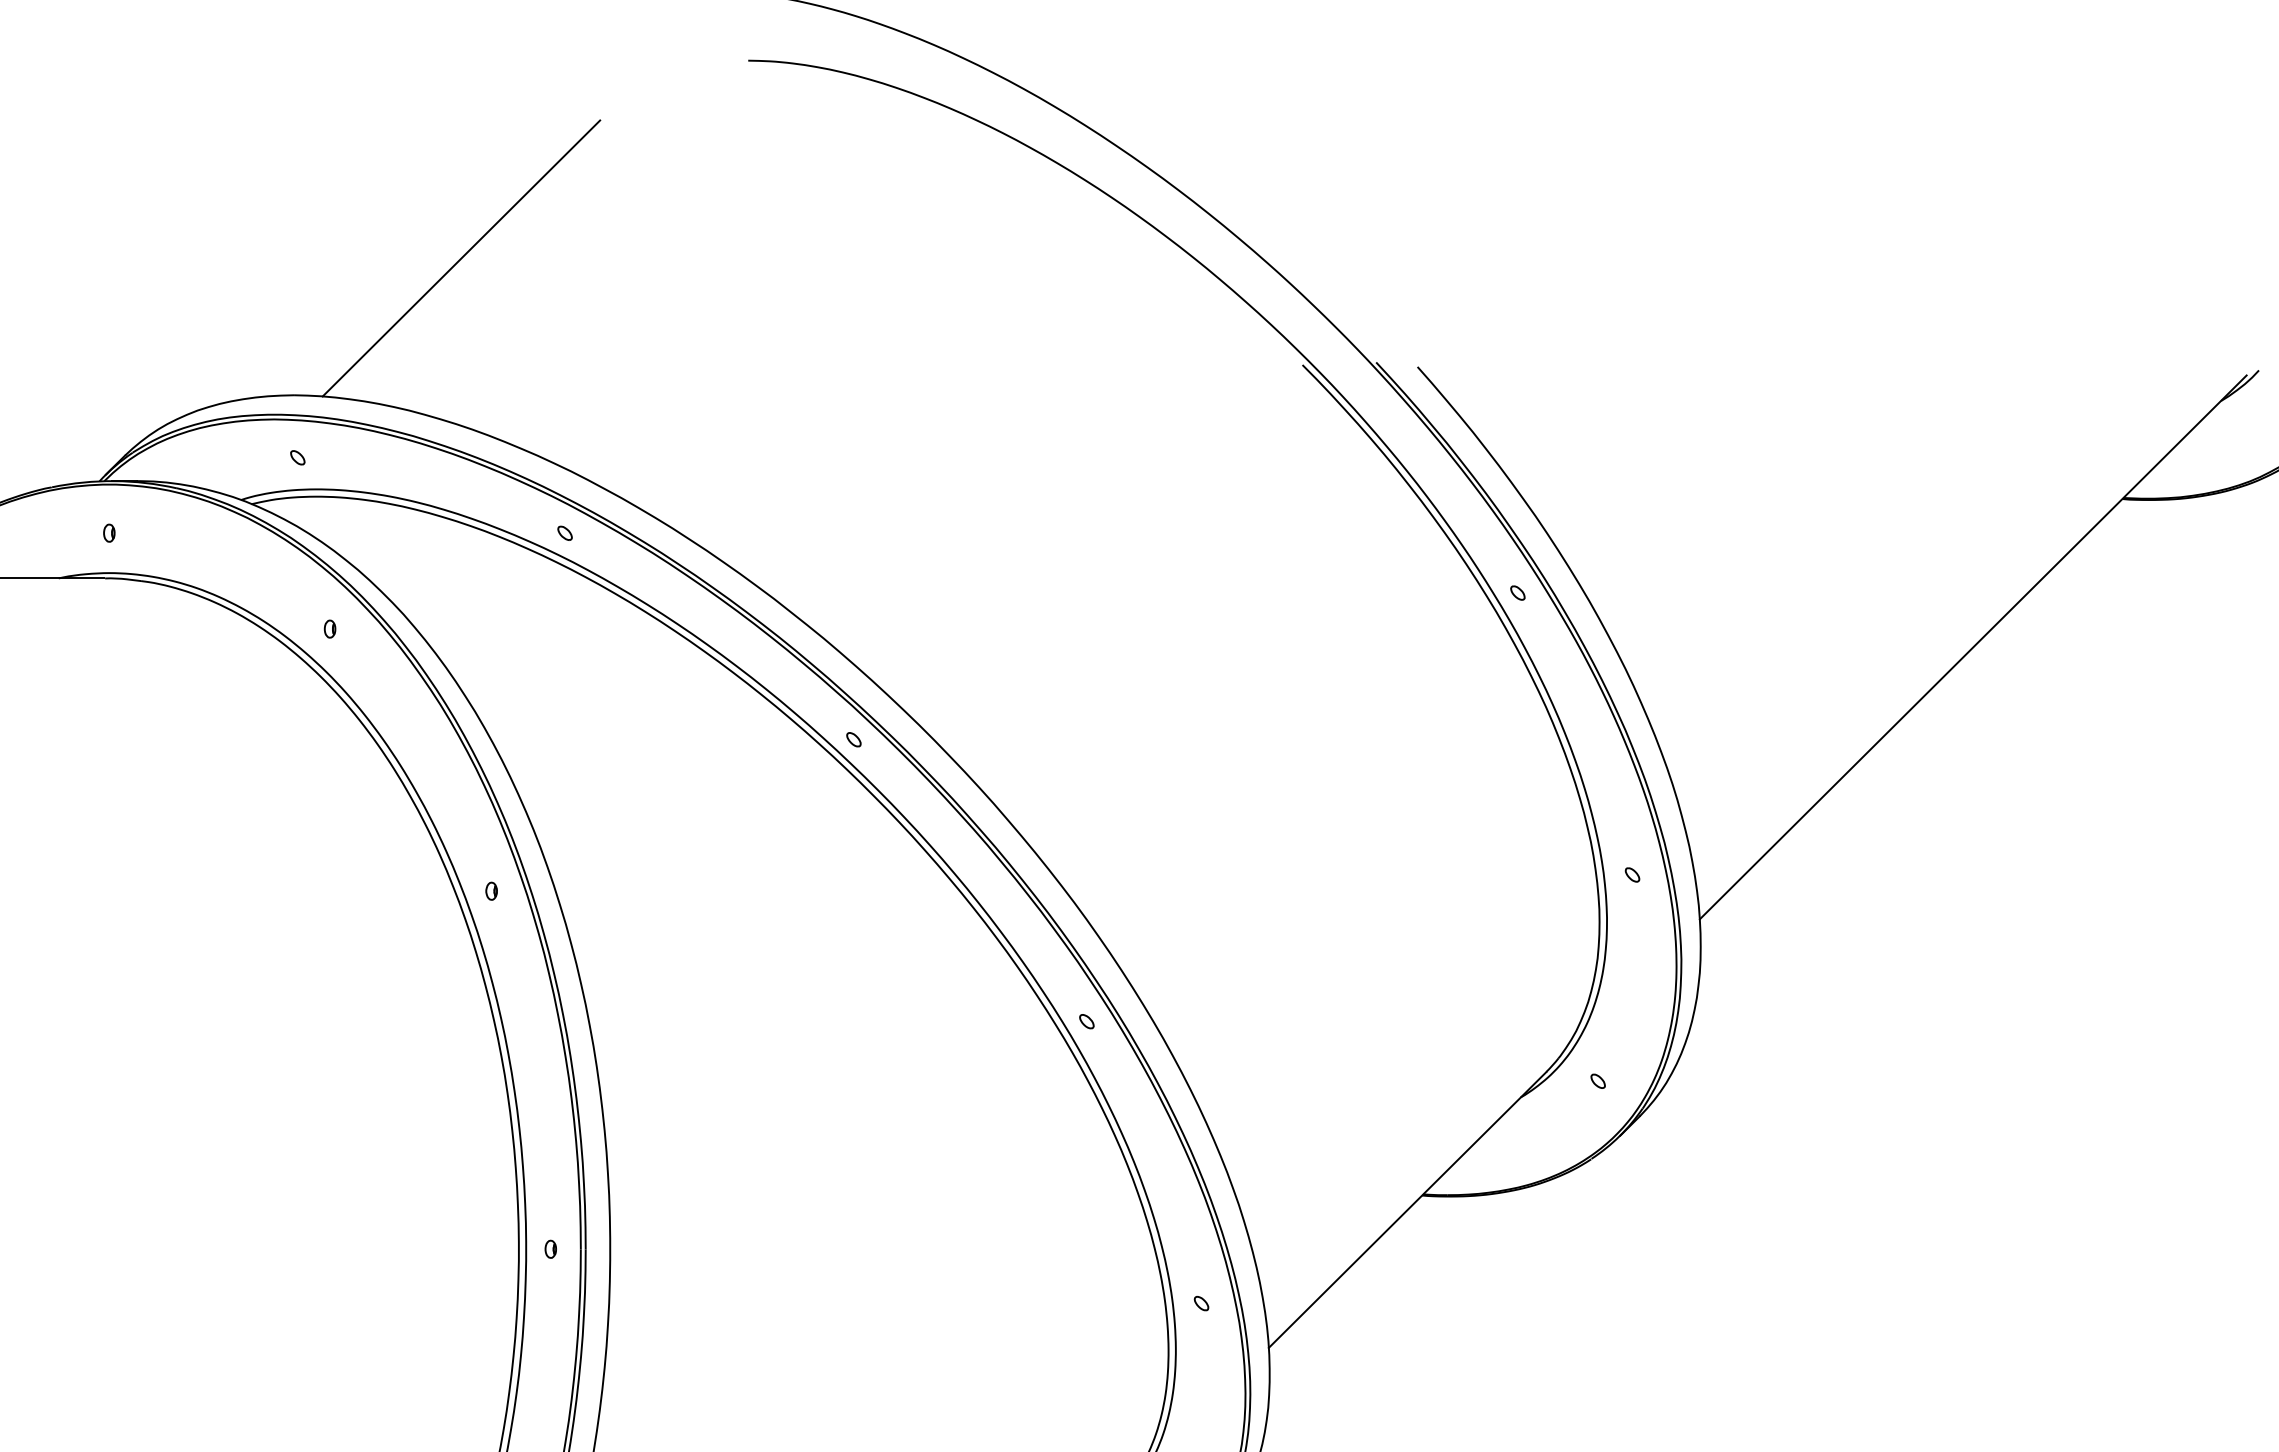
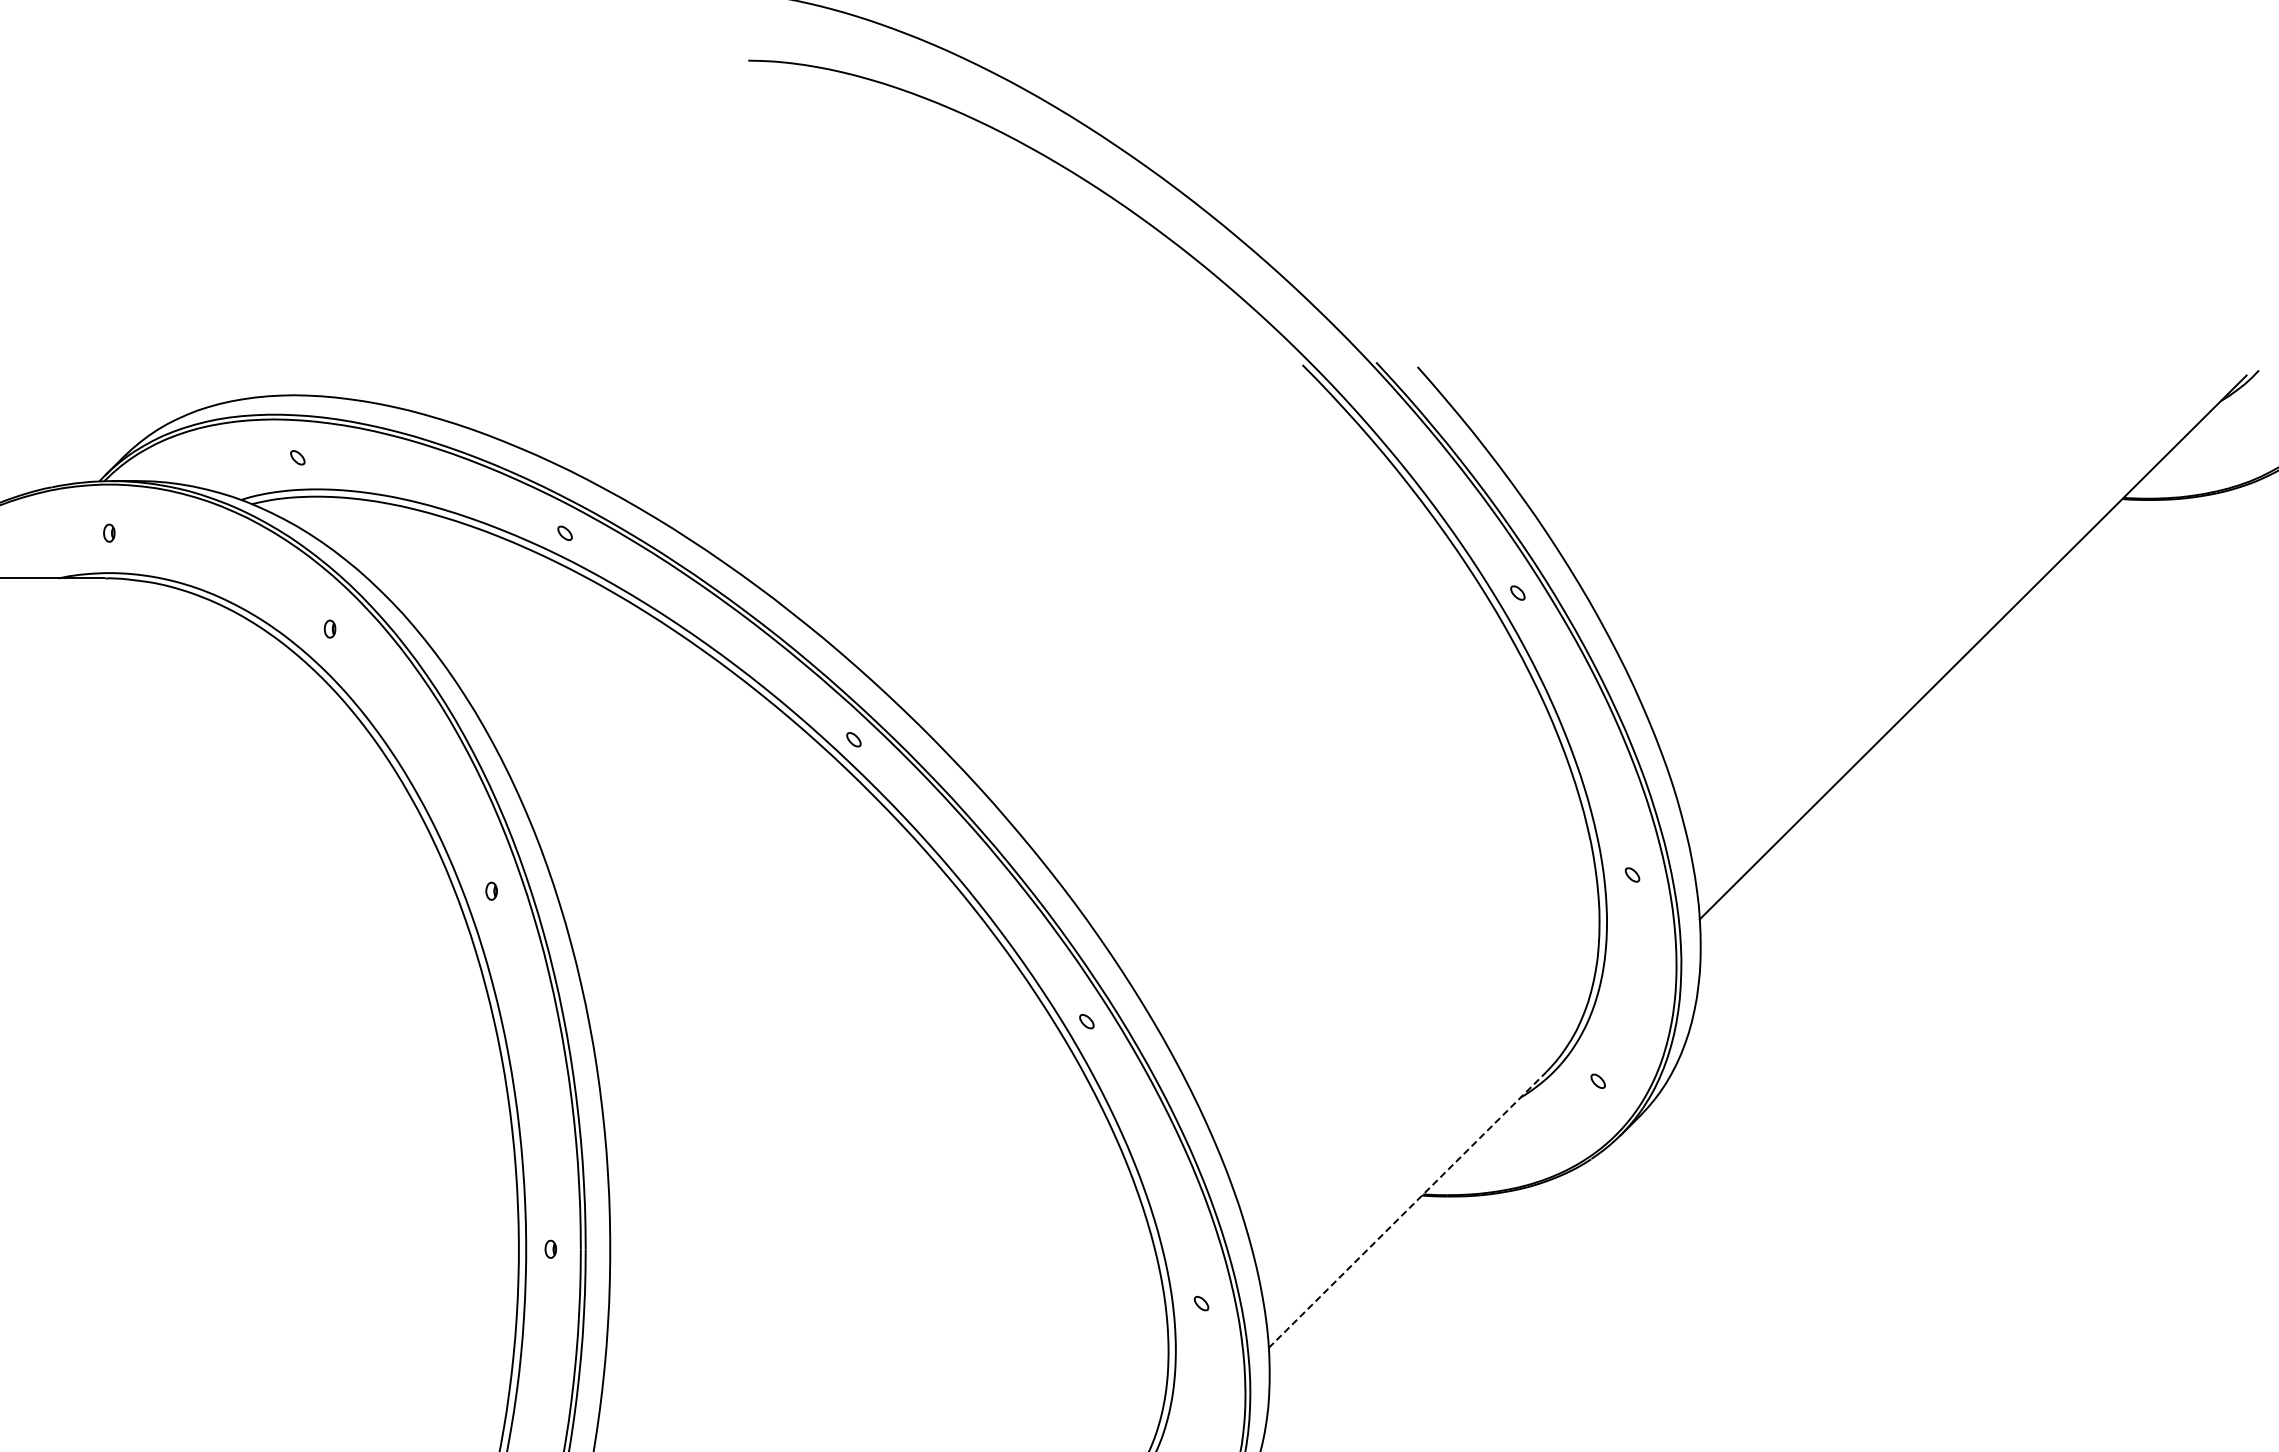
line at (461, 258): present -> none
line at (1407, 1210): solid -> dashed
